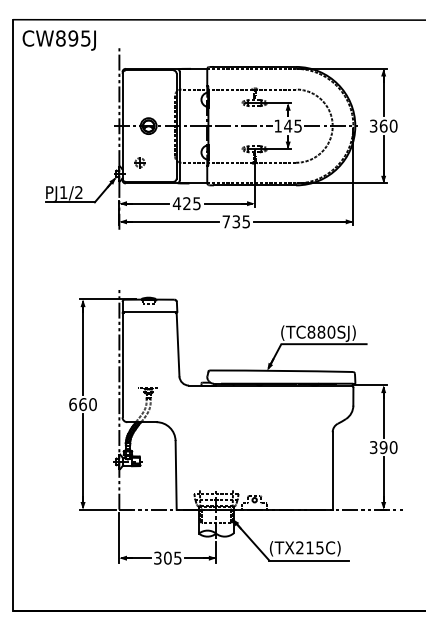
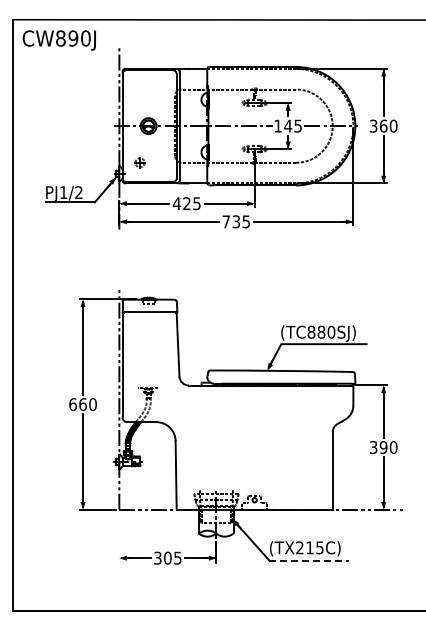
text at (85, 38): CW895J -> CW890J
line at (119, 537): present -> none
line at (309, 560): solid -> dashed
